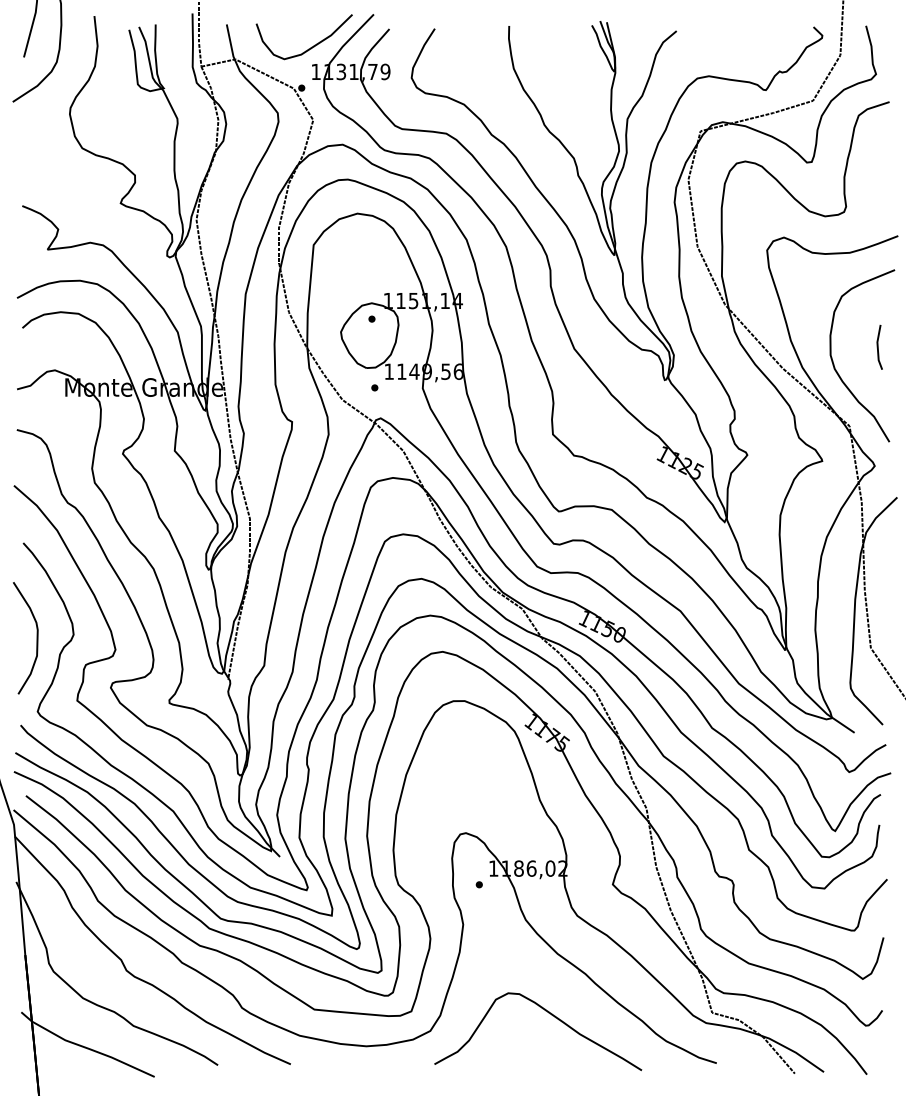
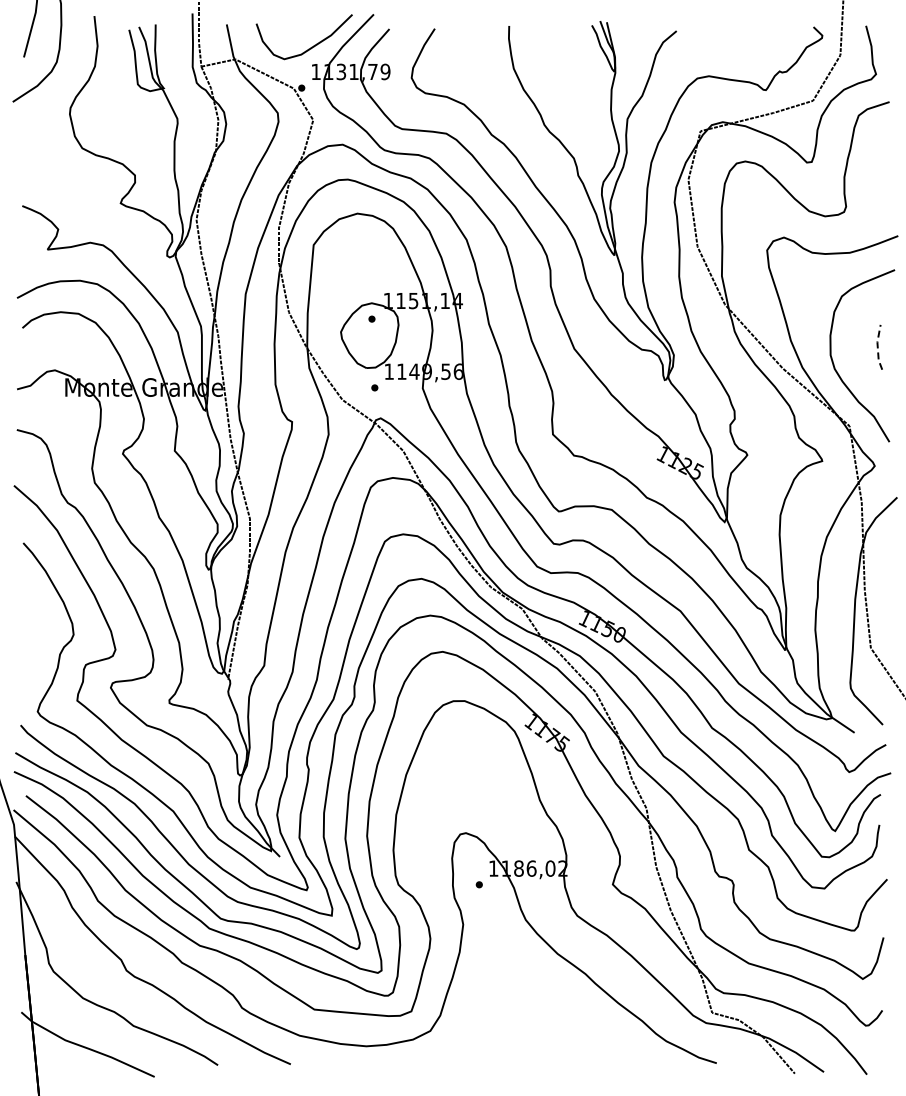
line at (877, 347): solid -> dashed
curve at (36, 638): present -> none
curve at (548, 1013): present -> none
